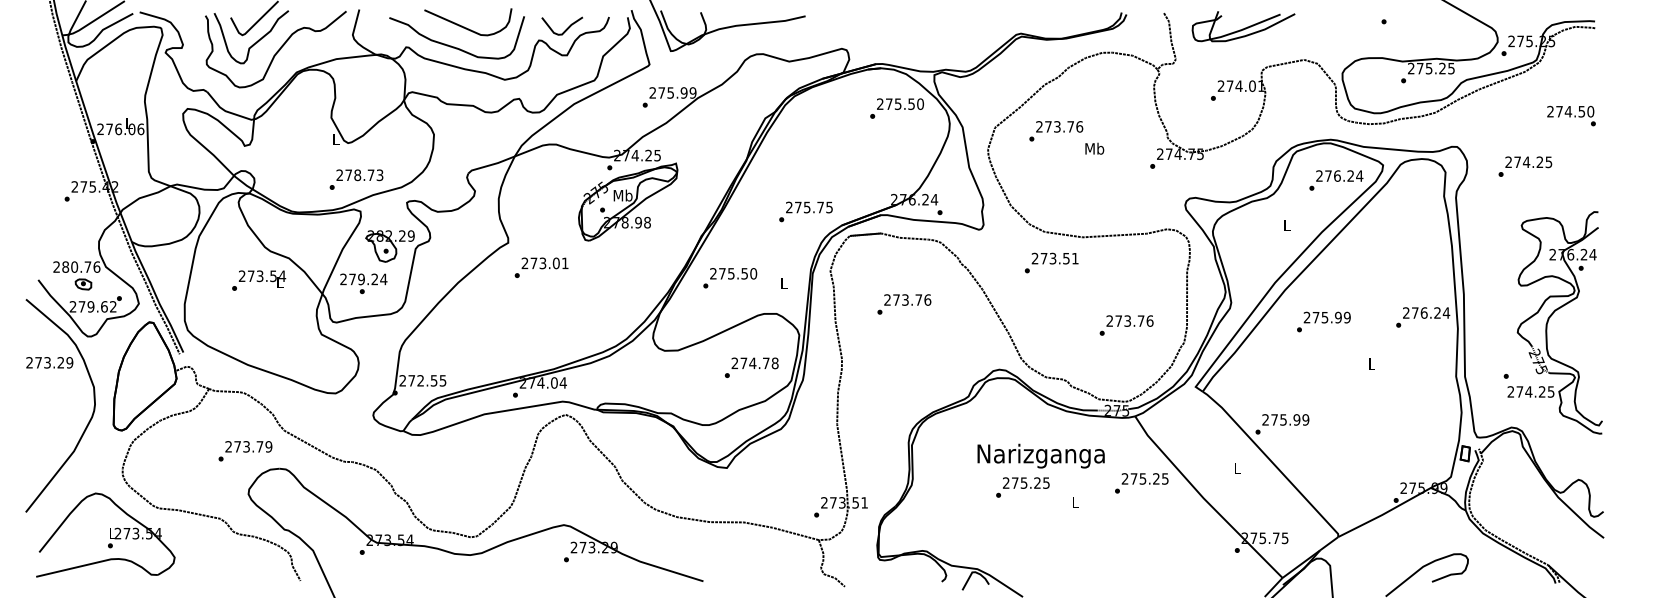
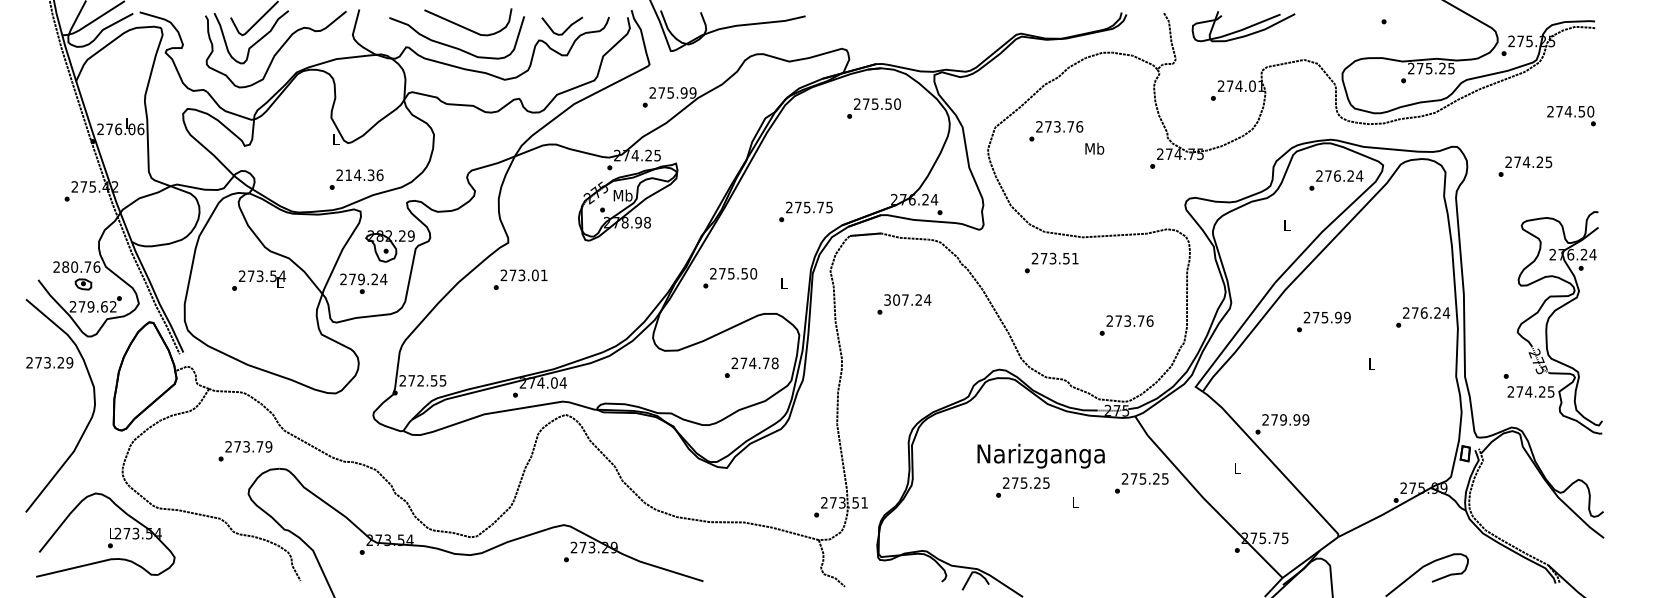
text at (896, 108) position: (896, 108) -> (873, 108)
text at (364, 175): 278.73 -> 214.36
text at (541, 267) position: (541, 267) -> (520, 279)
text at (907, 299): 273.76 -> 307.24
text at (1283, 419): 275.99 -> 279.99
